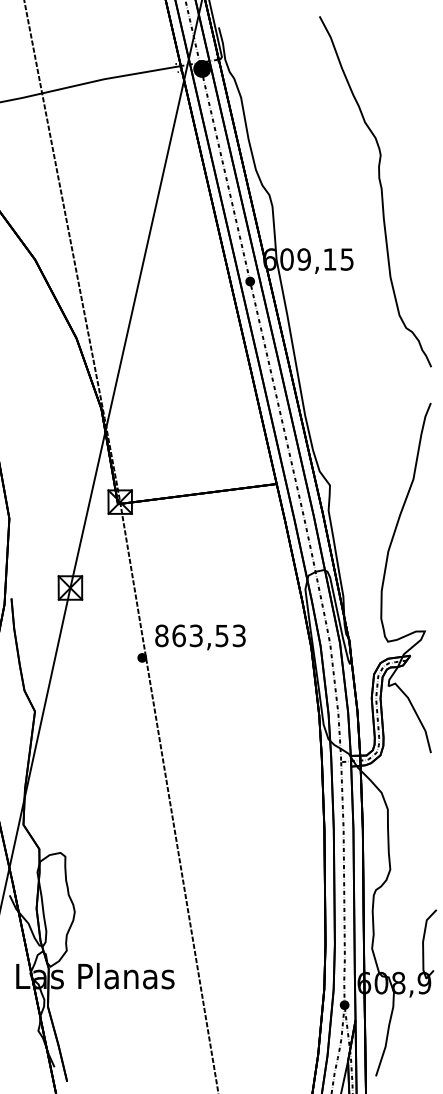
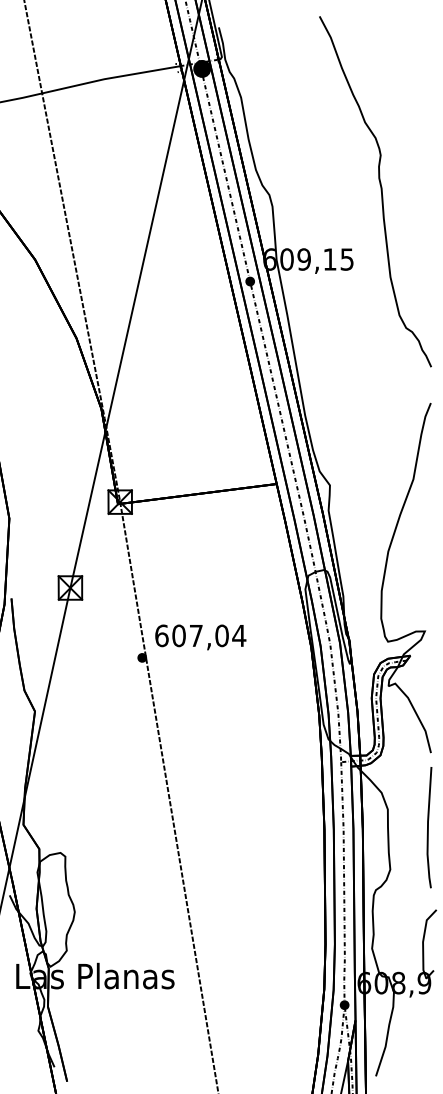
text at (200, 635): 863,53 -> 607,04
line at (428, 827): none -> present
